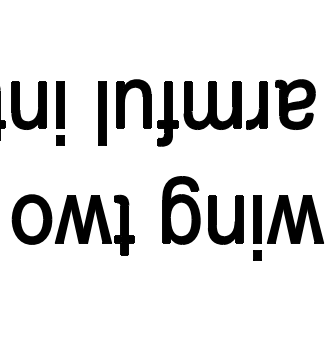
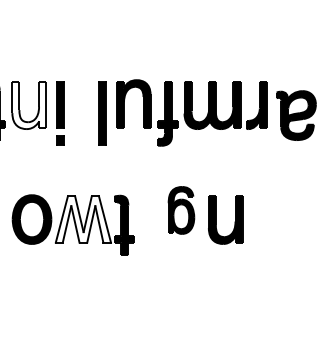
part at (295, 104) position: (295, 104) -> (296, 115)
fill at (29, 105): present -> none
part at (181, 210) size: 39x69 px -> 29x49 px
fill at (82, 219): present -> none
part at (288, 227): present -> none
